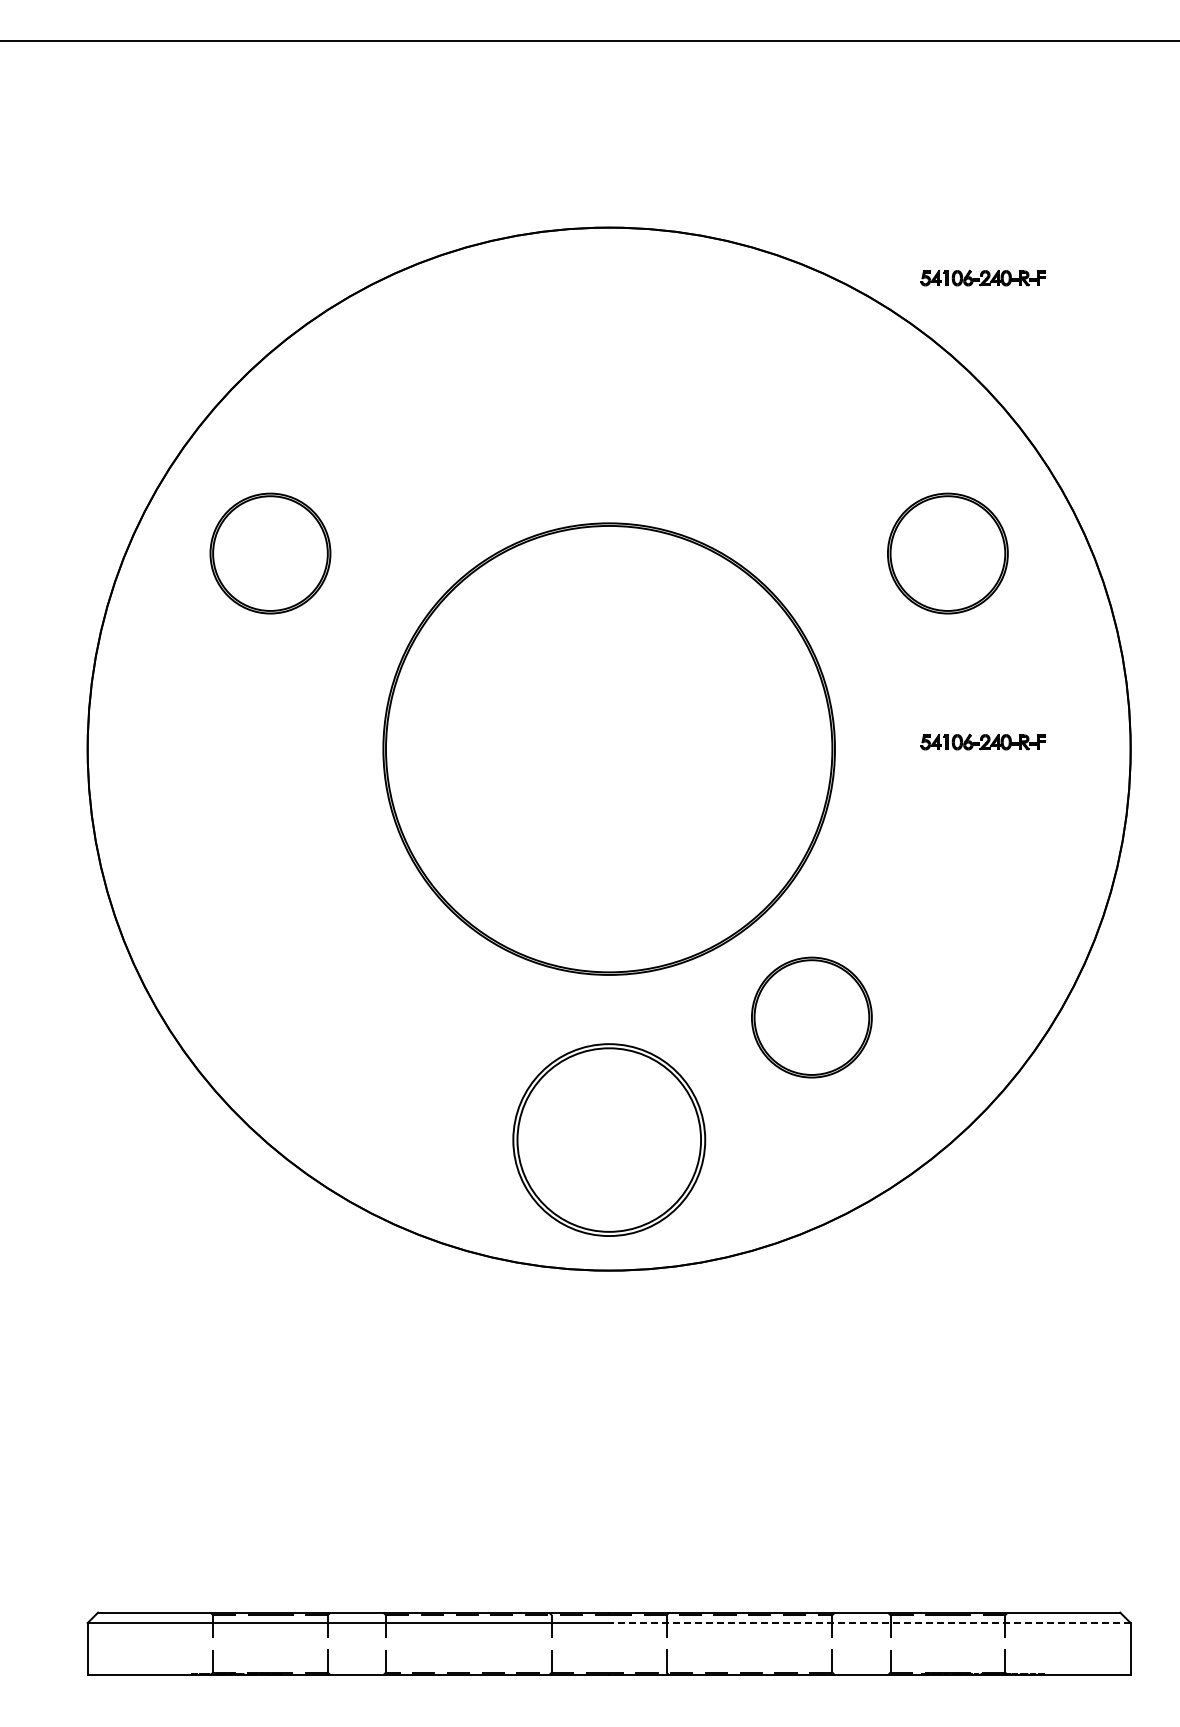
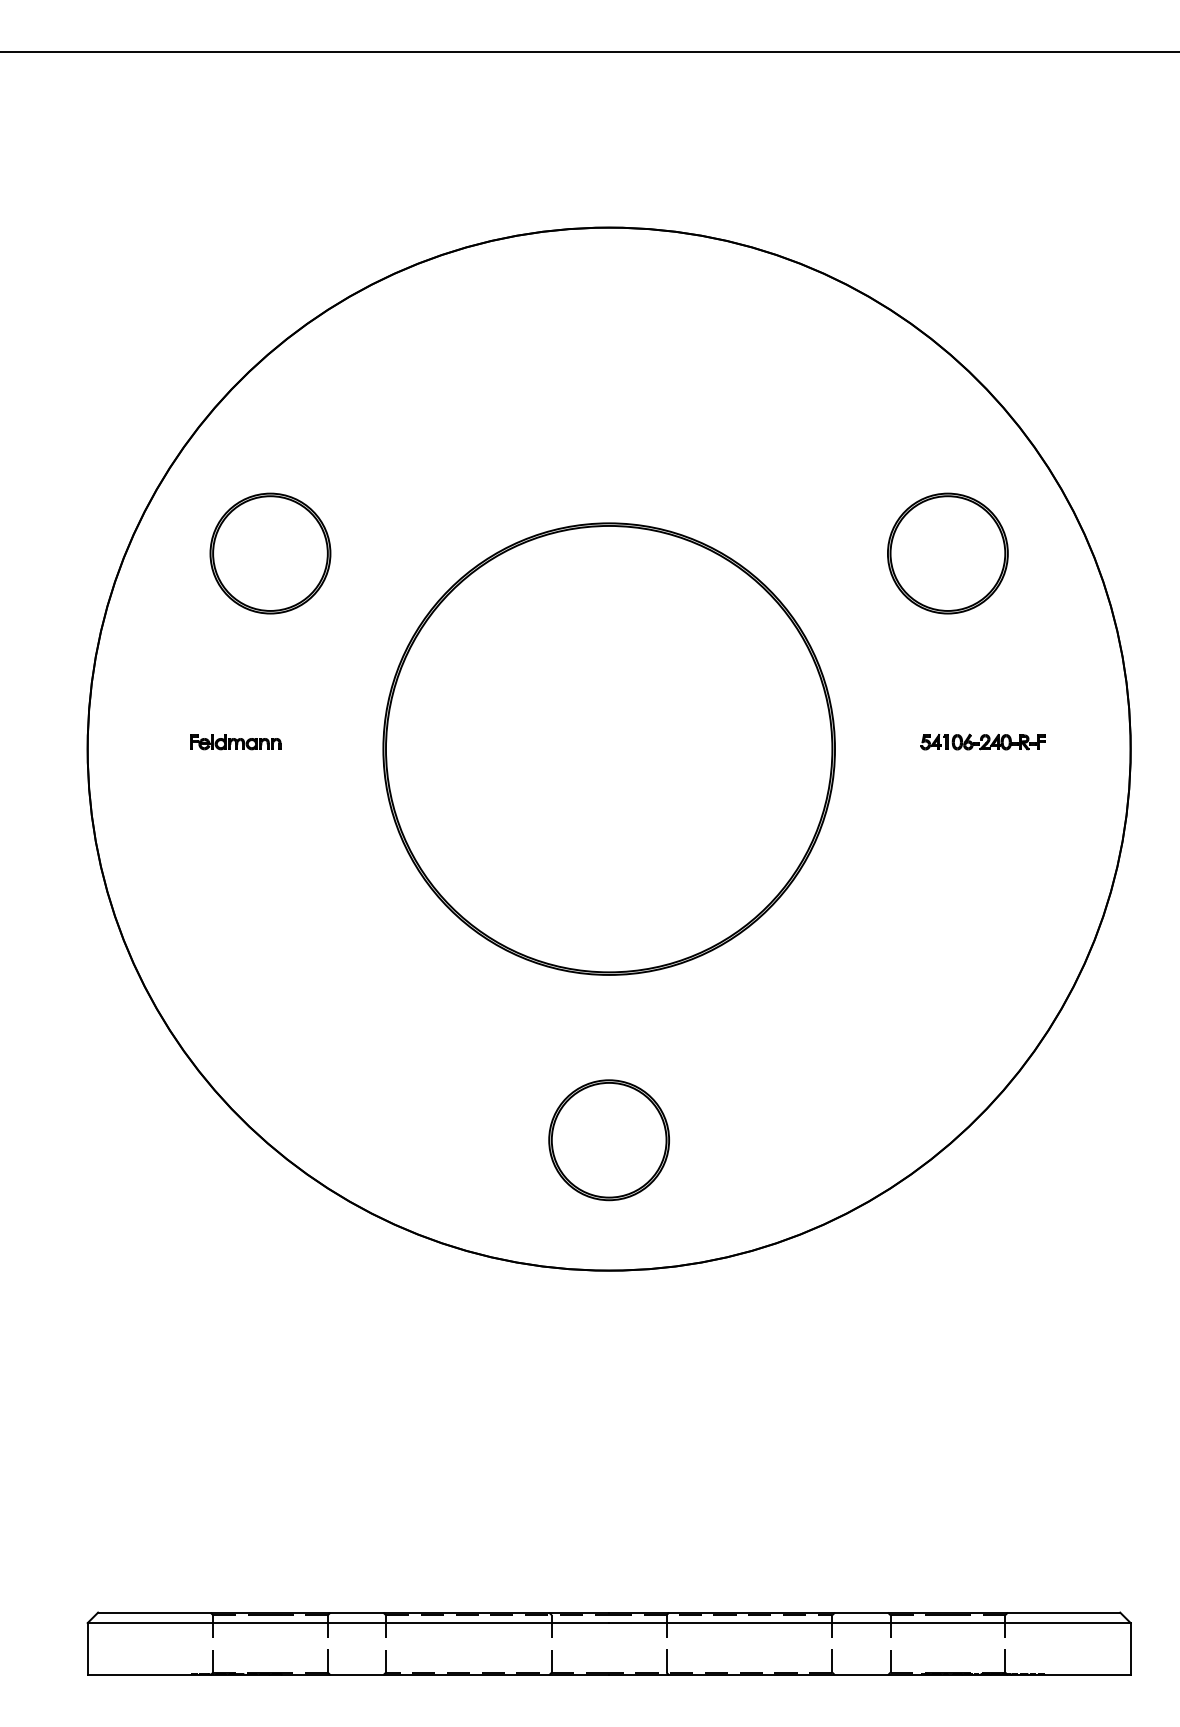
line at (589, 40) position: (589, 40) -> (589, 51)
part at (982, 277): present -> none
part at (235, 742): none -> present
part at (811, 1017): present -> none
part at (609, 1139) size: 195x194 px -> 122x123 px
line at (869, 1623): dashed -> solid
